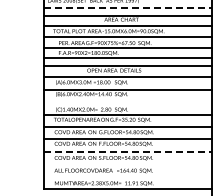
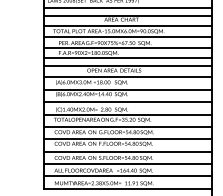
line at (128, 8): dashed -> solid
line at (127, 102): none -> present
line at (128, 151): dashed -> solid
line at (127, 164): none -> present
line at (127, 176): none -> present
